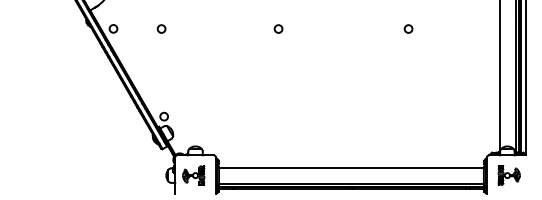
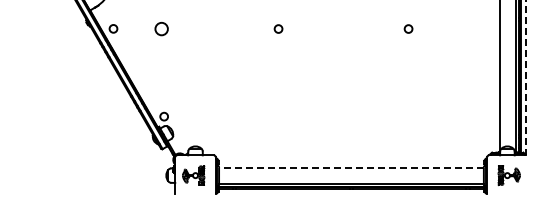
circle at (161, 28) size: 11x10 px -> 15x15 px
line at (525, 77): solid -> dashed
line at (350, 167): solid -> dashed
